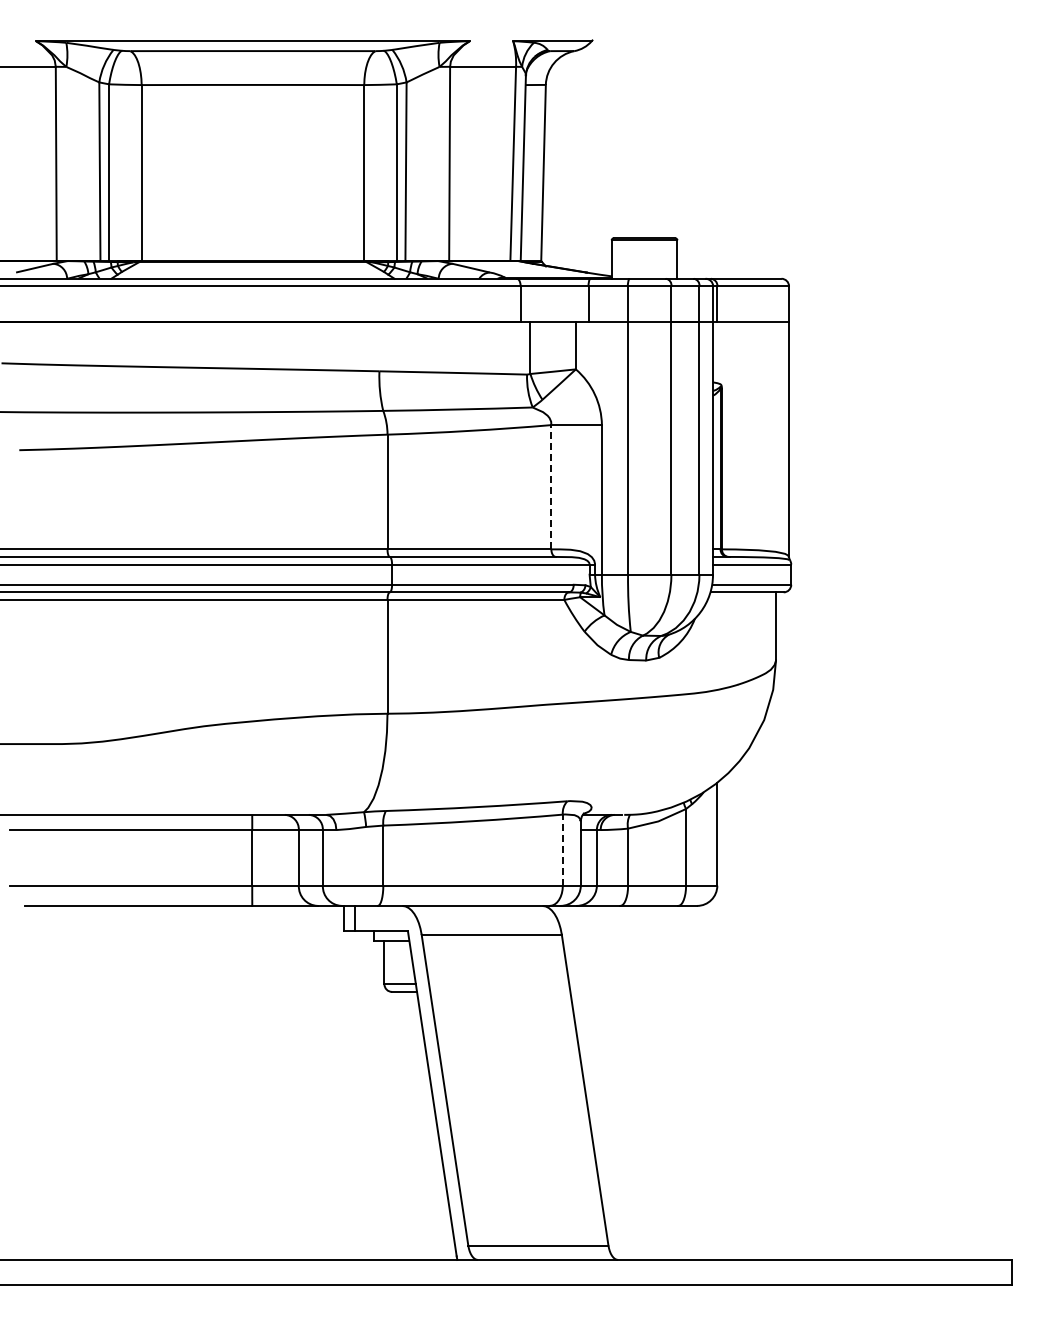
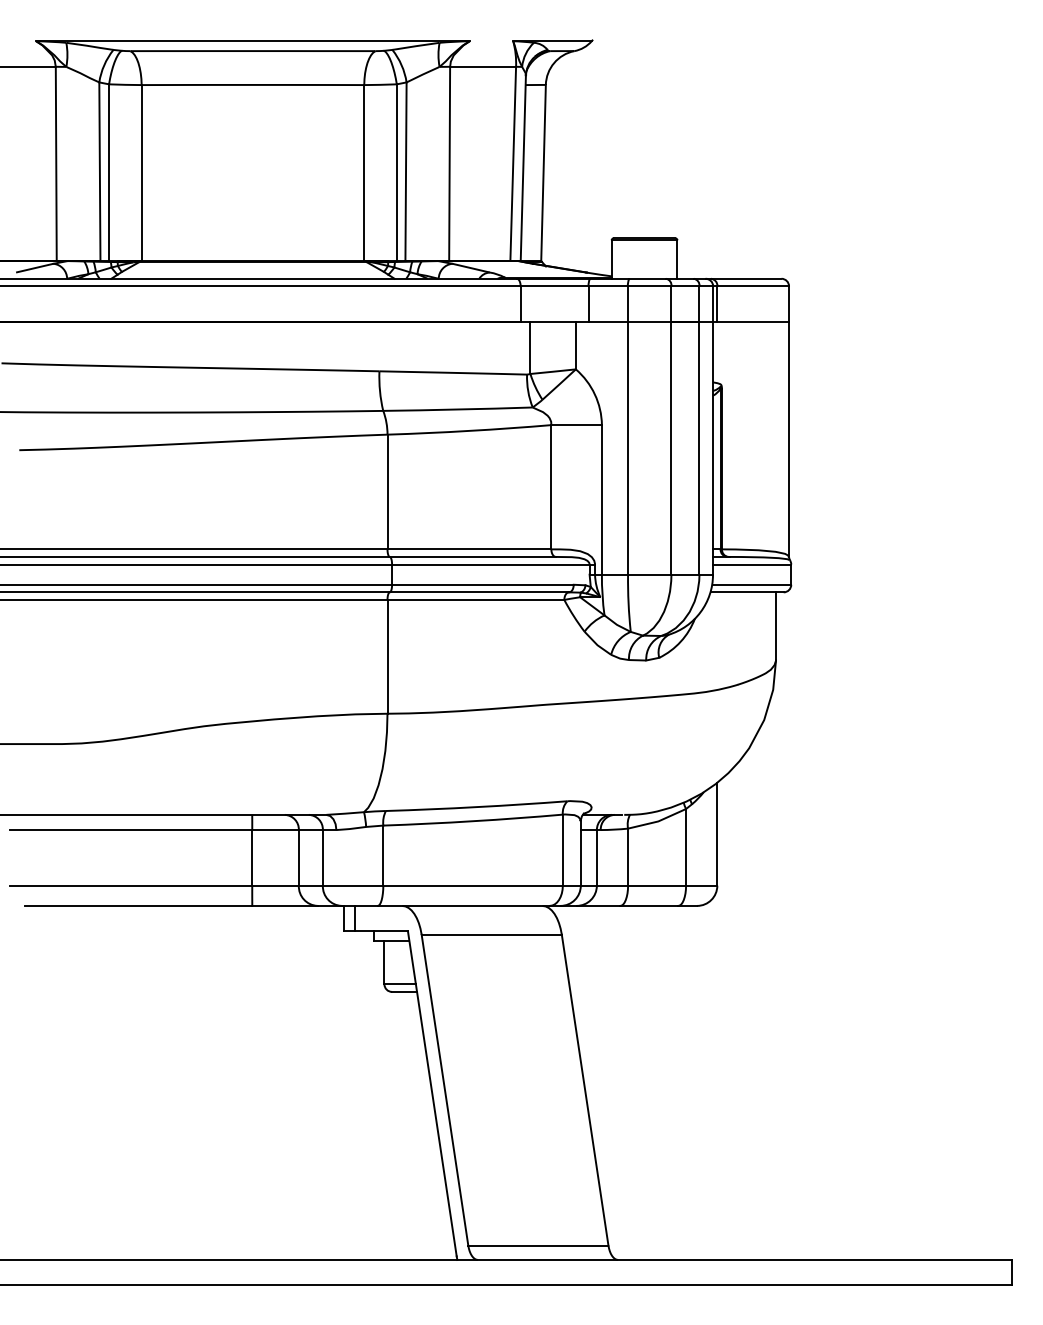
line at (551, 486): dashed -> solid
line at (562, 850): dashed -> solid
